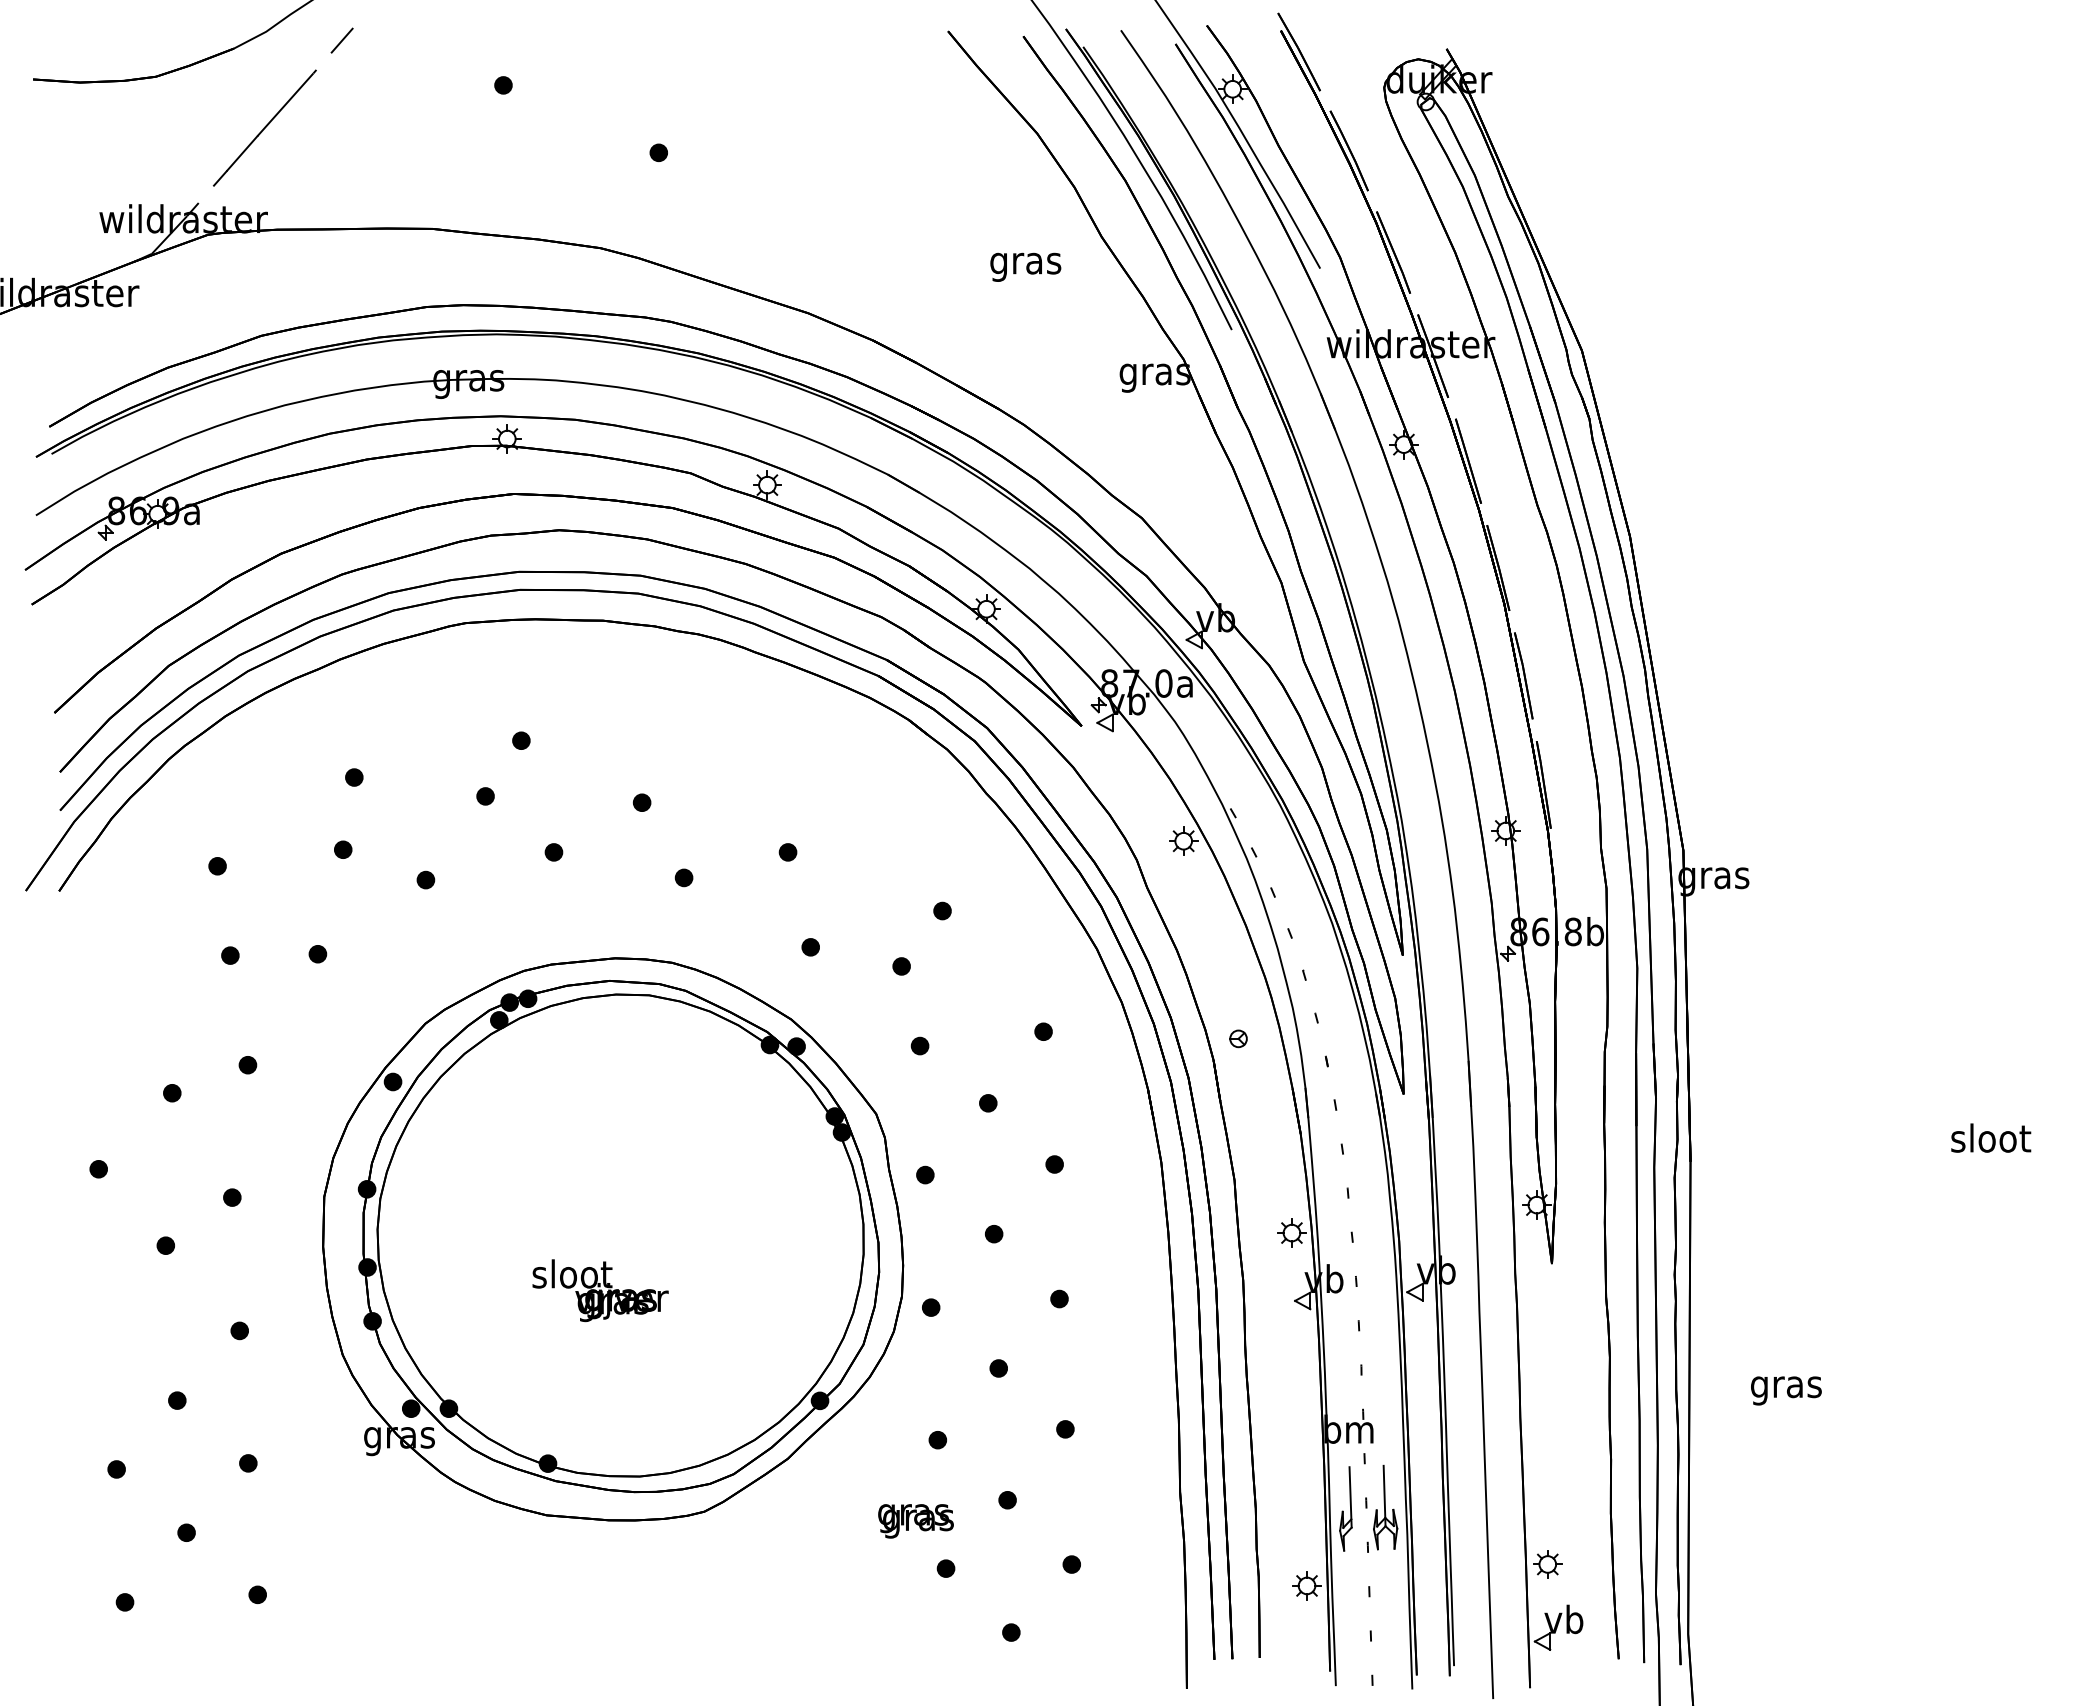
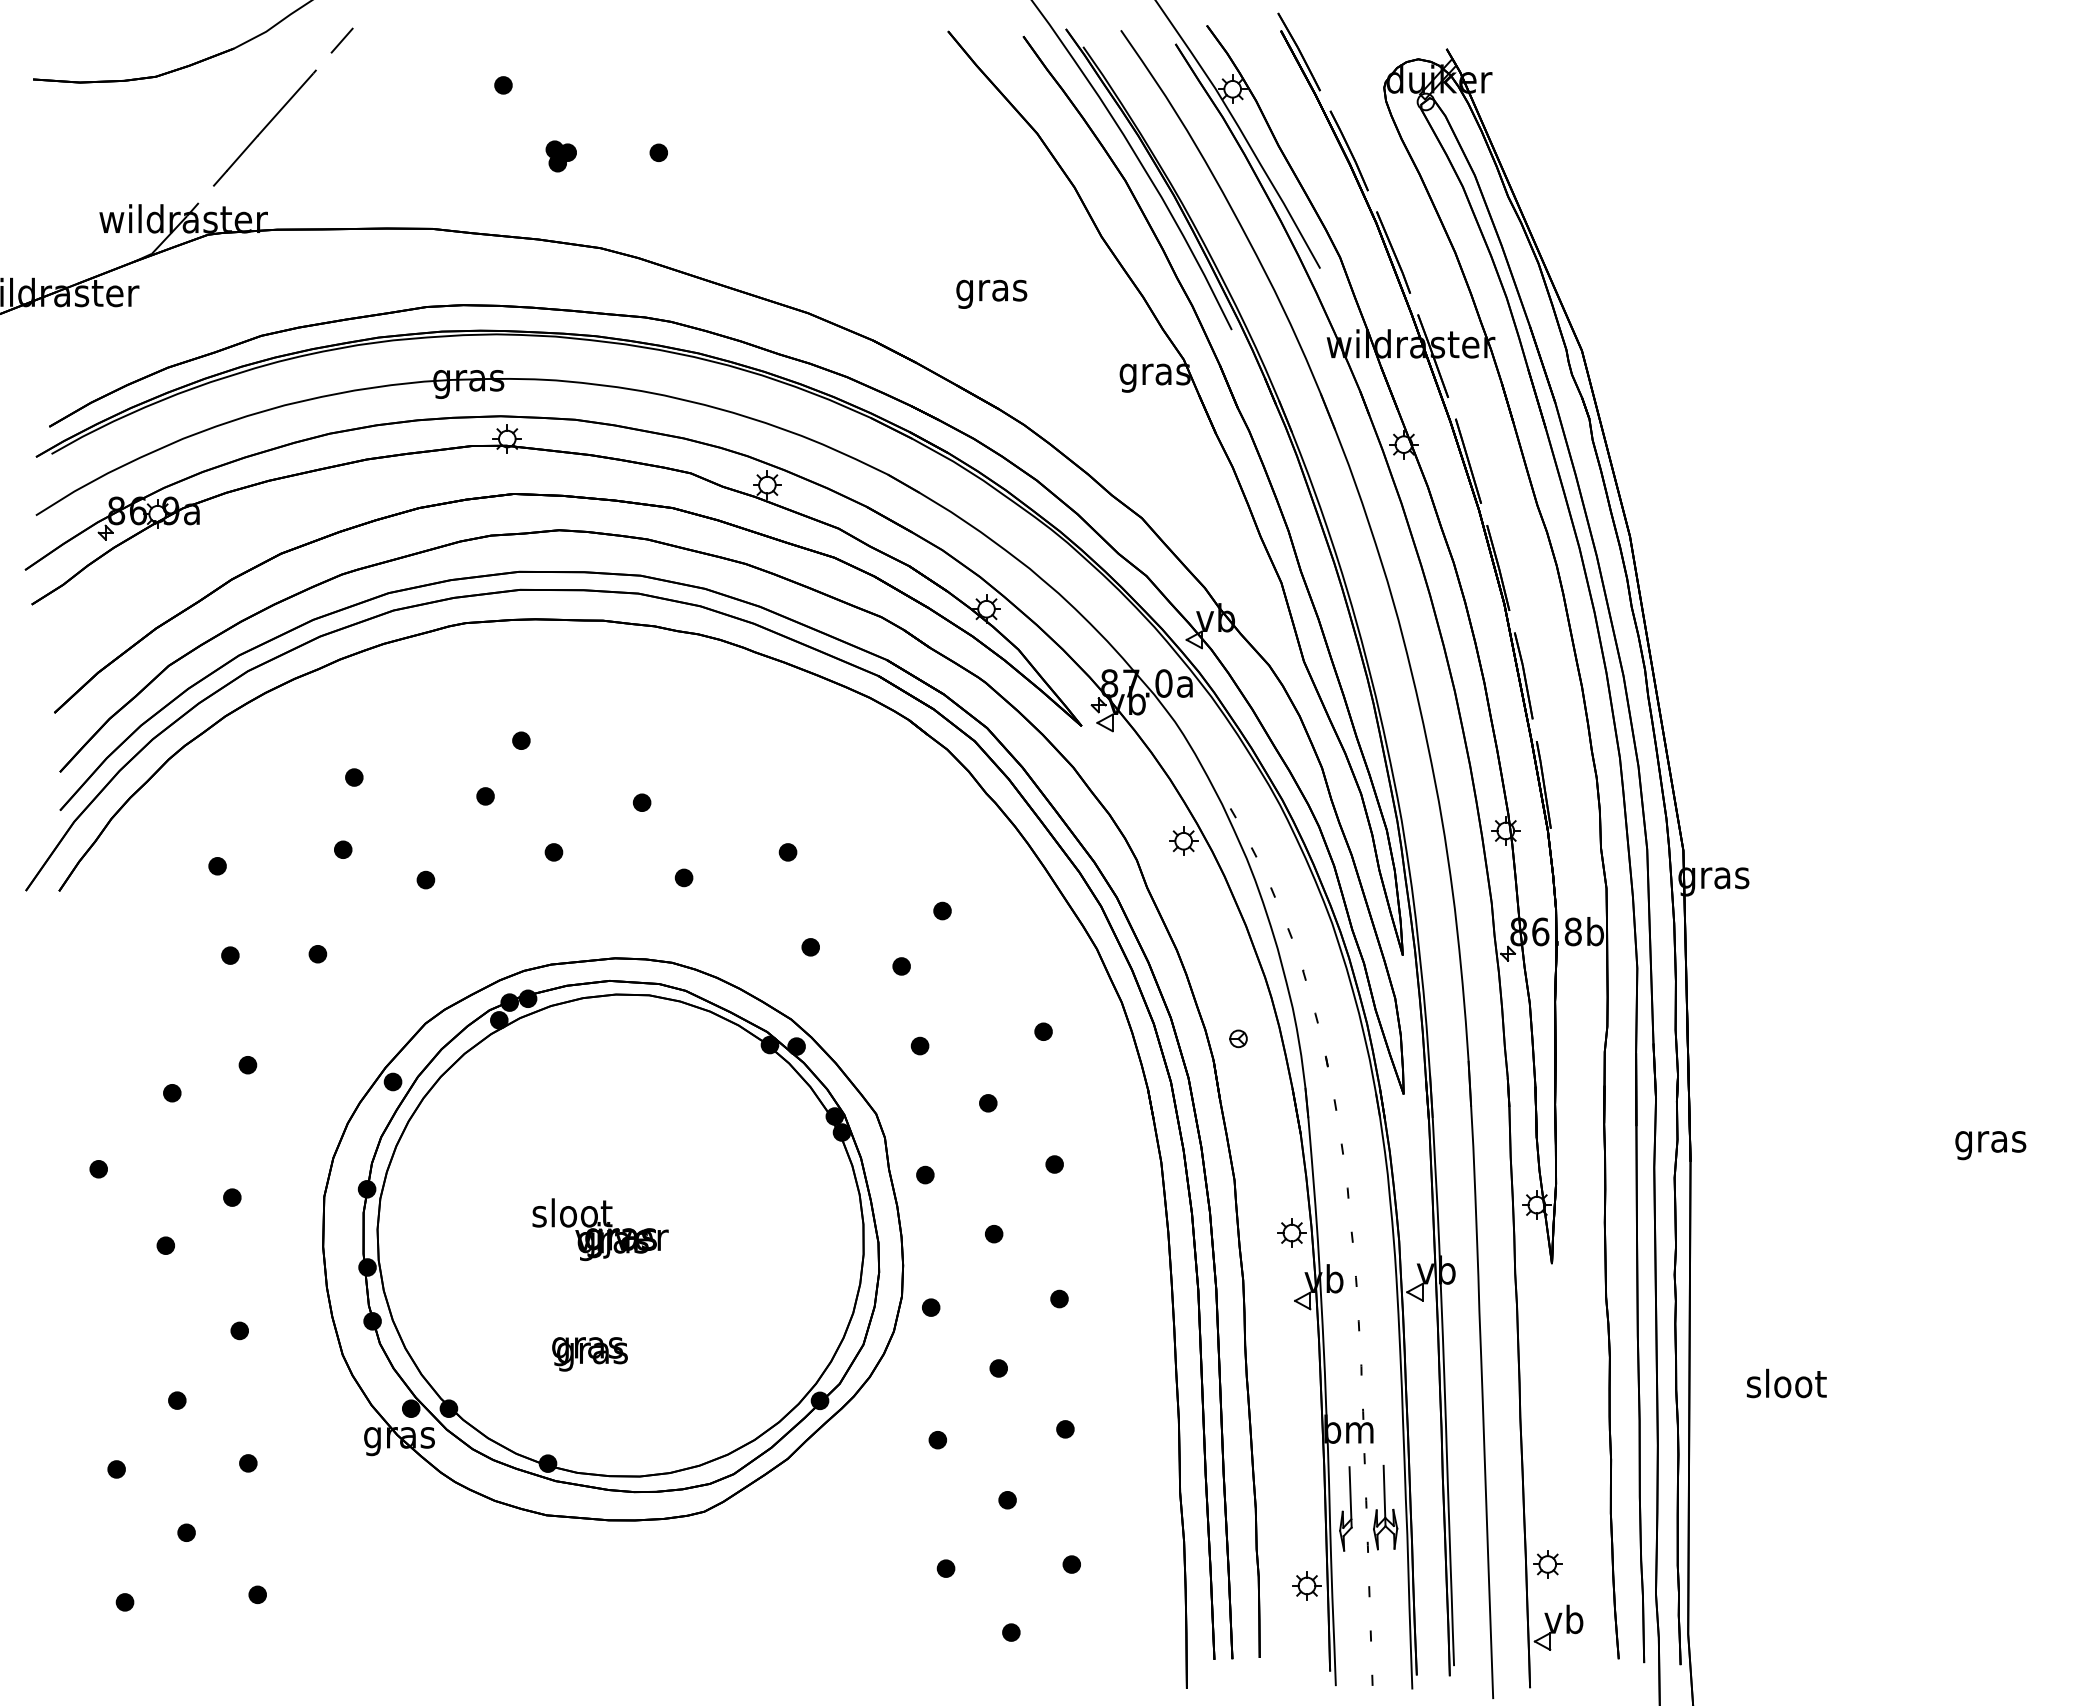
part at (560, 156): none -> present
text at (1025, 266) position: (1025, 266) -> (991, 293)
text at (1991, 1141): sloot -> gras
text at (600, 1290) position: (600, 1290) -> (600, 1229)
text at (1786, 1386): gras -> sloot
text at (915, 1521) position: (915, 1521) -> (589, 1354)
